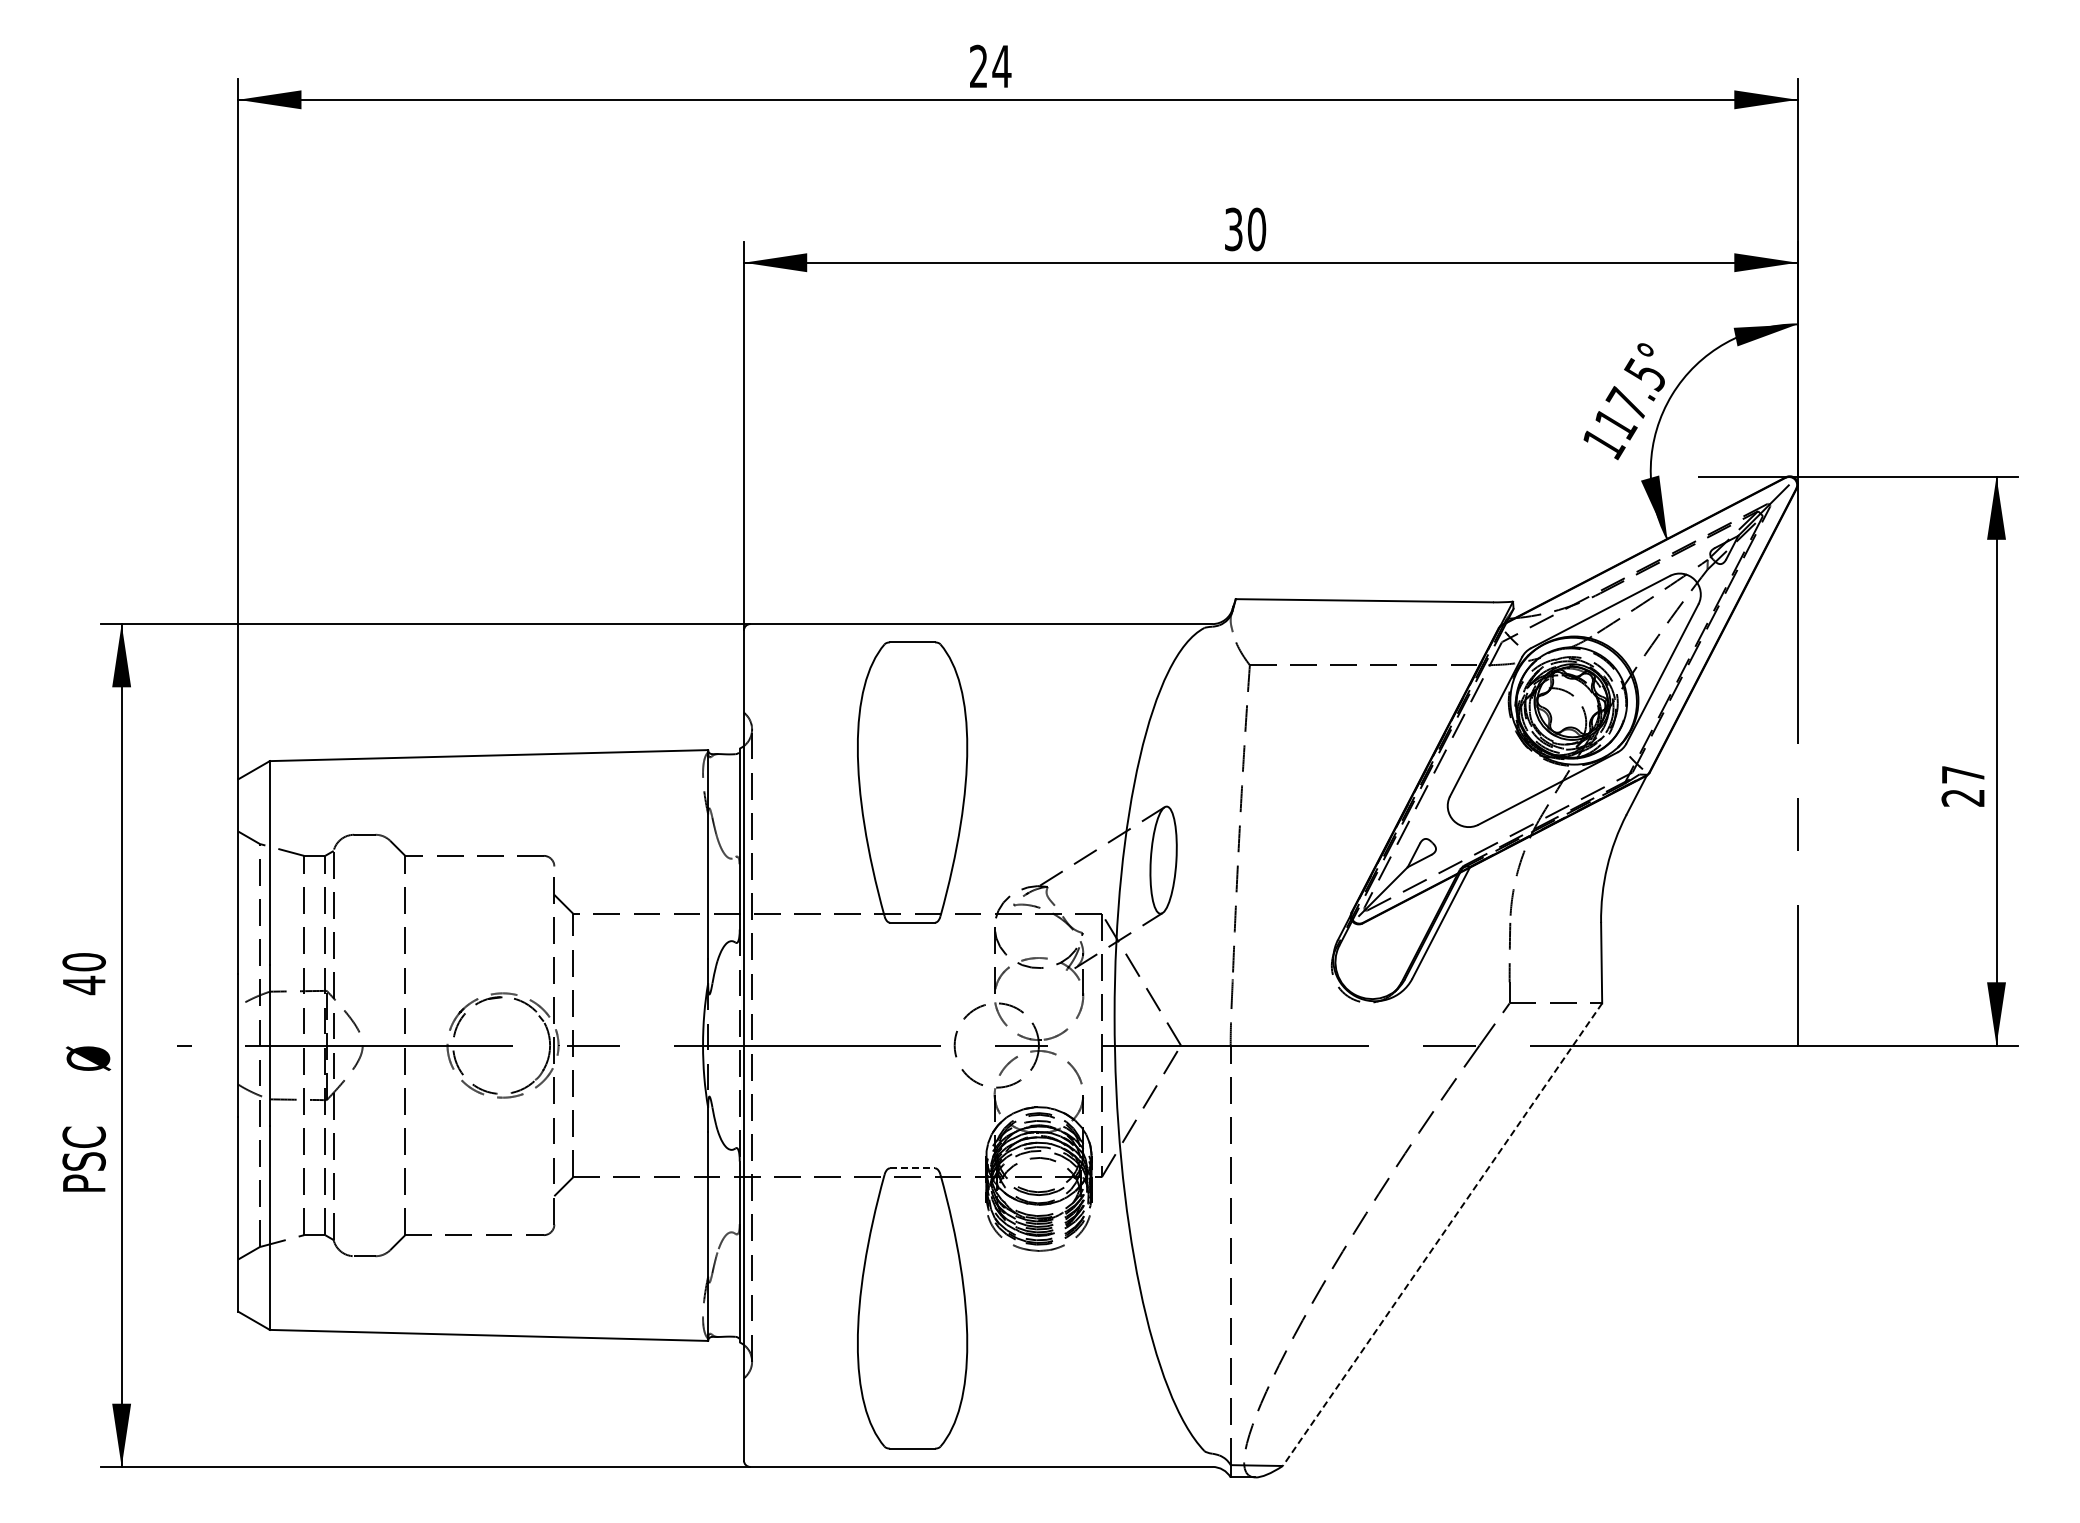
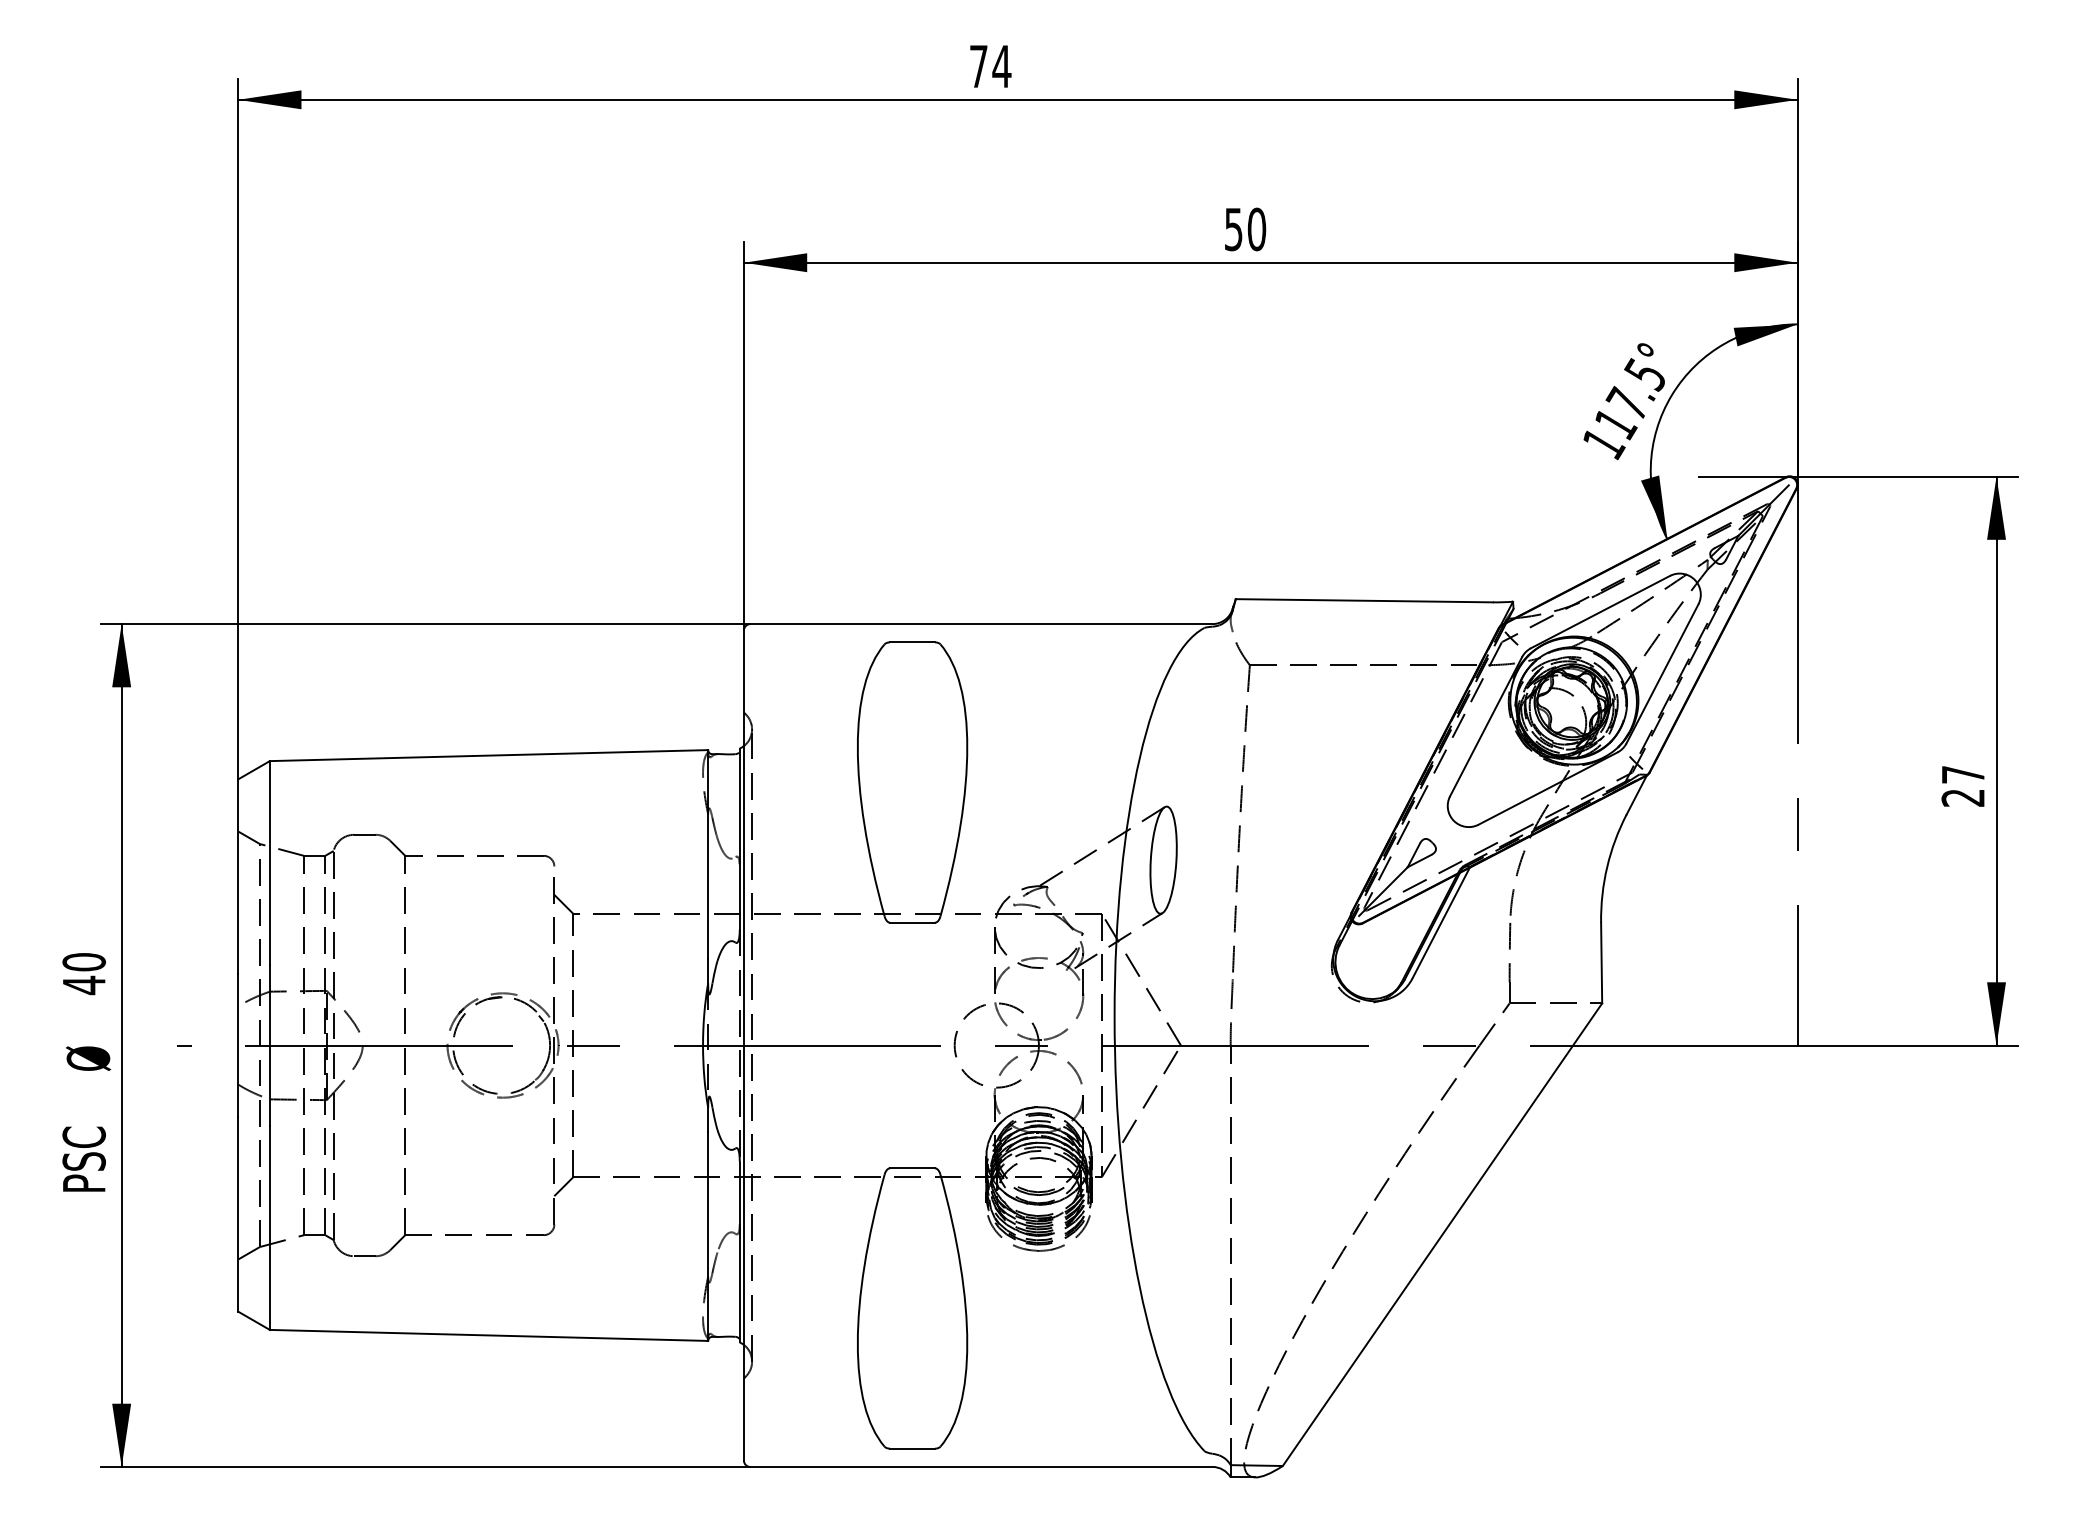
text at (978, 65): 24 -> 74
text at (1233, 228): 30 -> 50
line at (912, 1168): dashed -> solid
line at (1442, 1235): dashed -> solid
